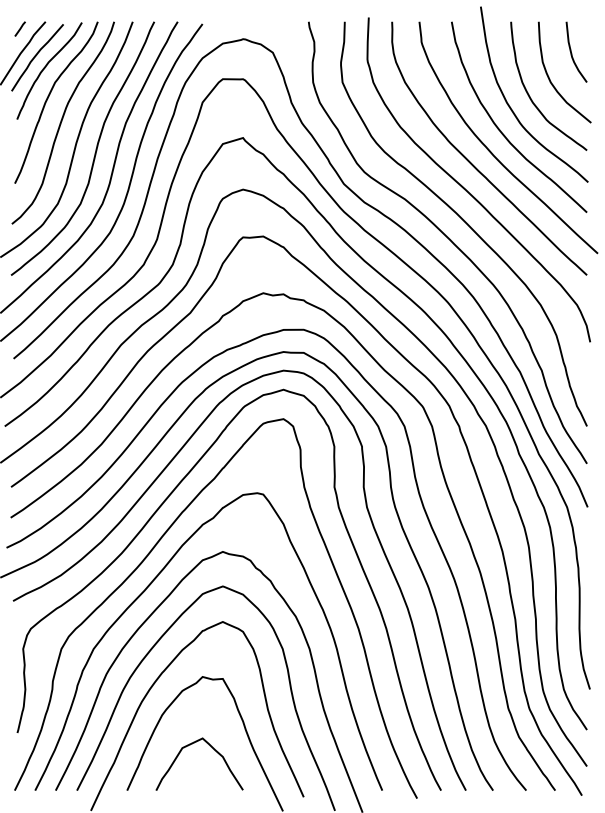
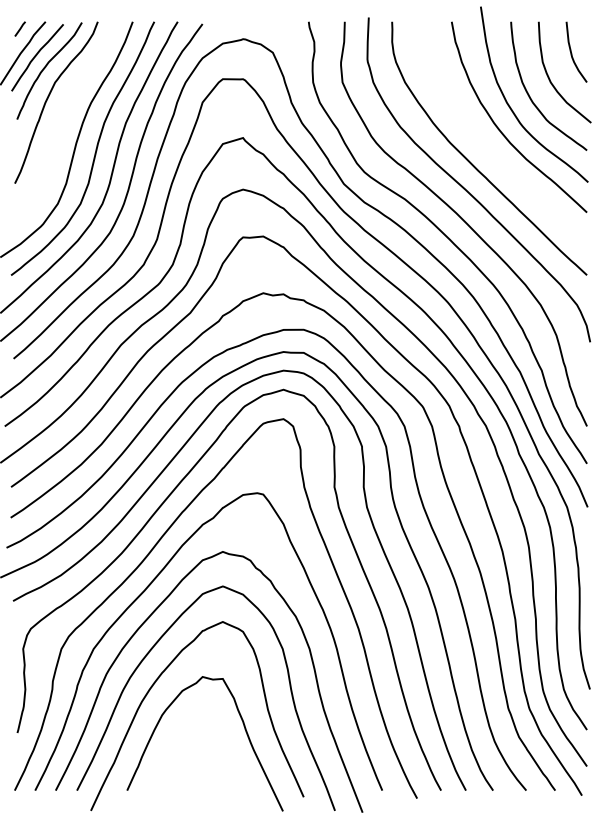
curve at (62, 121): present -> none
curve at (492, 152): present -> none
curve at (213, 749): present -> none
